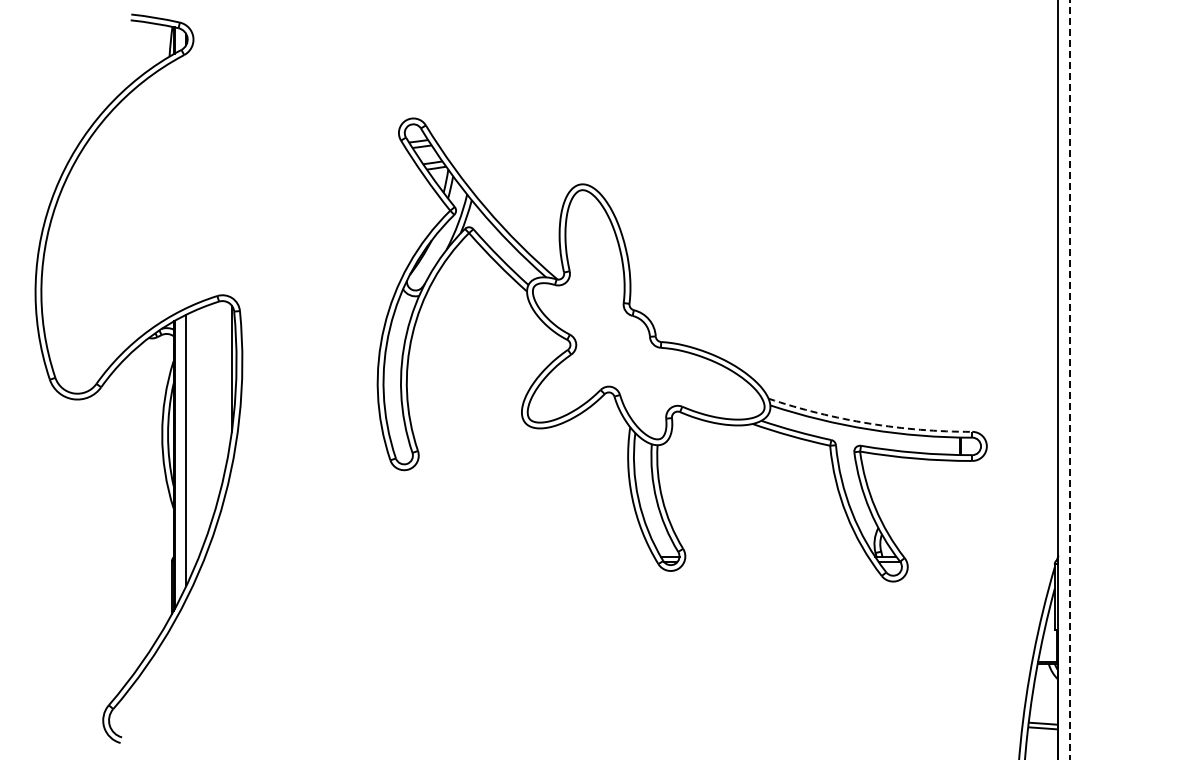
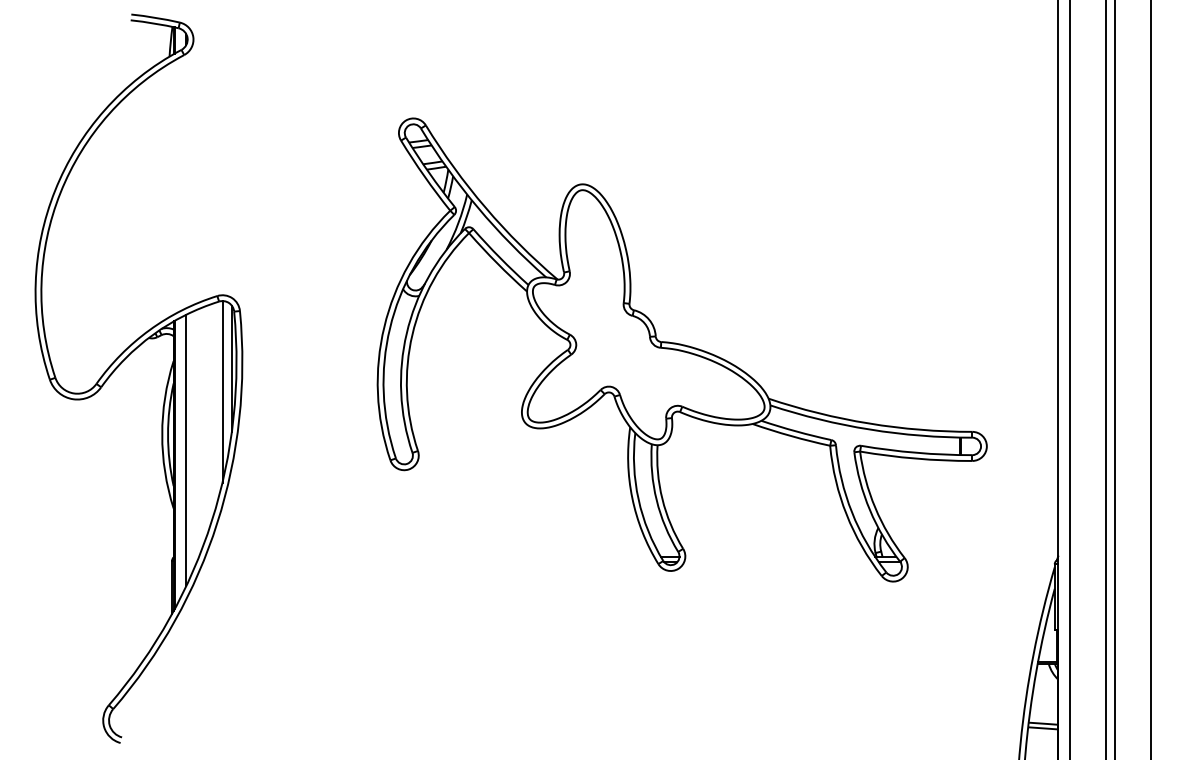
line at (1105, 379): none -> present
line at (1115, 379): none -> present
line at (1151, 379): none -> present
line at (1069, 380): dashed -> solid
line at (222, 391): none -> present
arc at (869, 423): dashed -> solid
